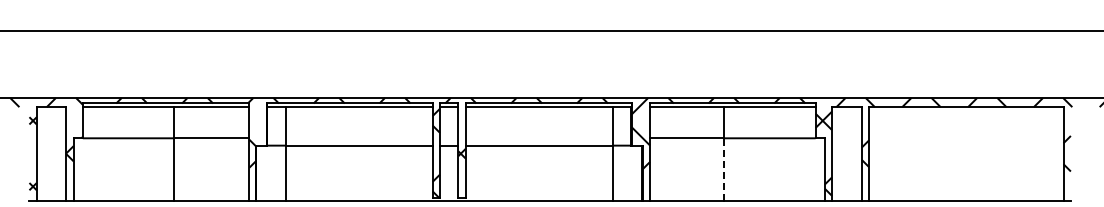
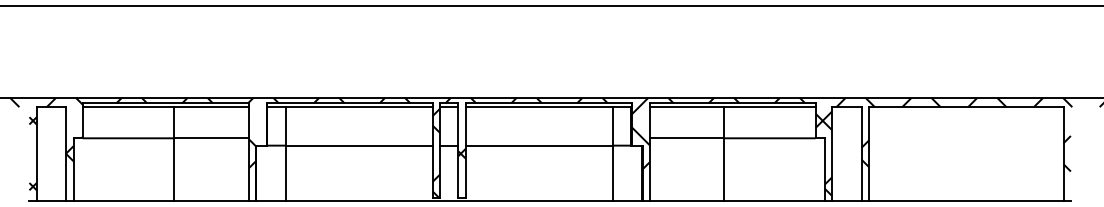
line at (551, 31) position: (551, 31) -> (551, 6)
line at (724, 168): dashed -> solid
